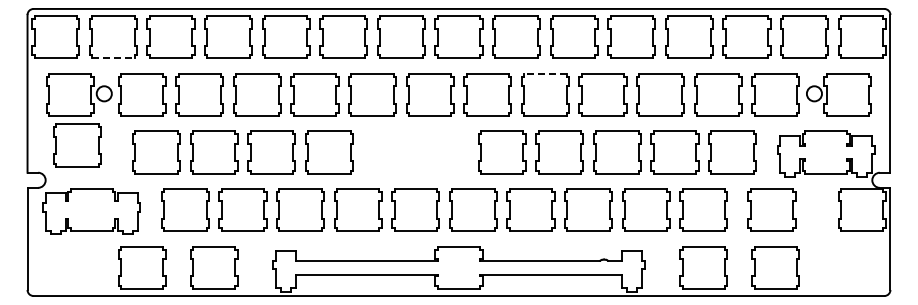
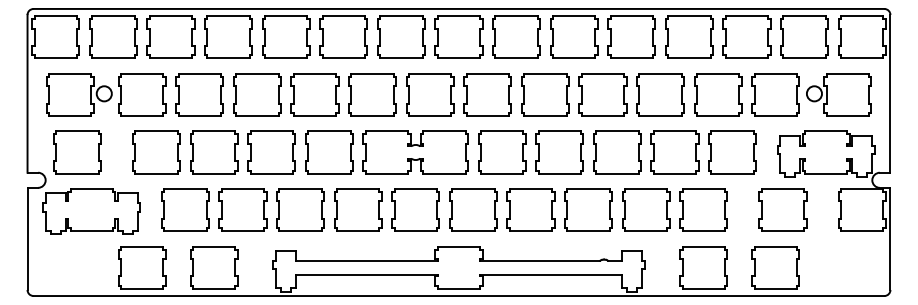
line at (113, 58): dashed -> solid
line at (544, 73): dashed -> solid
part at (77, 145) position: (77, 145) -> (77, 152)
part at (415, 152): none -> present
part at (771, 209) position: (771, 209) -> (782, 209)
